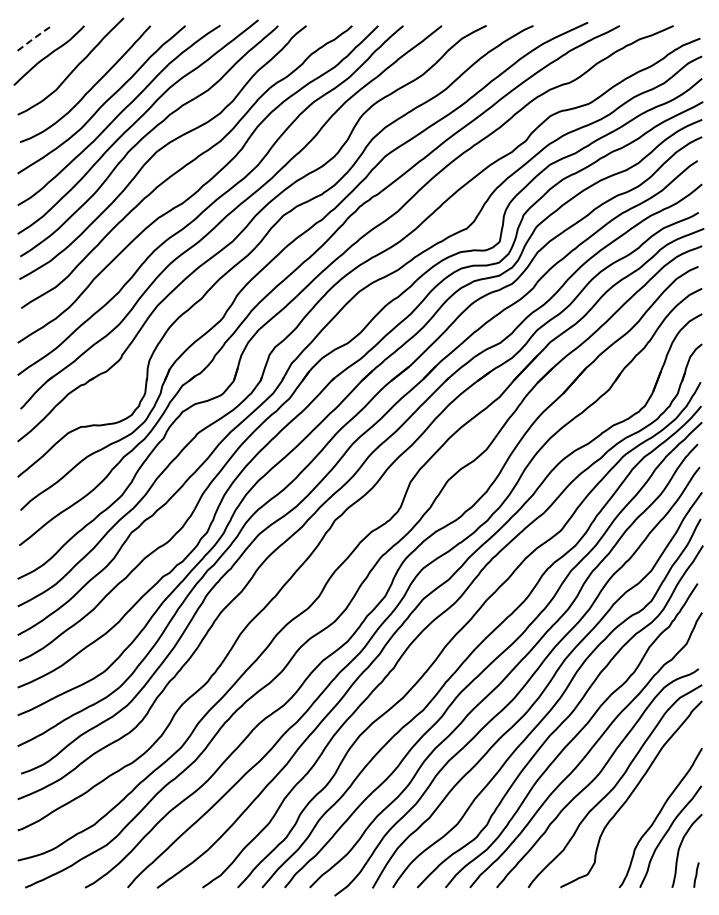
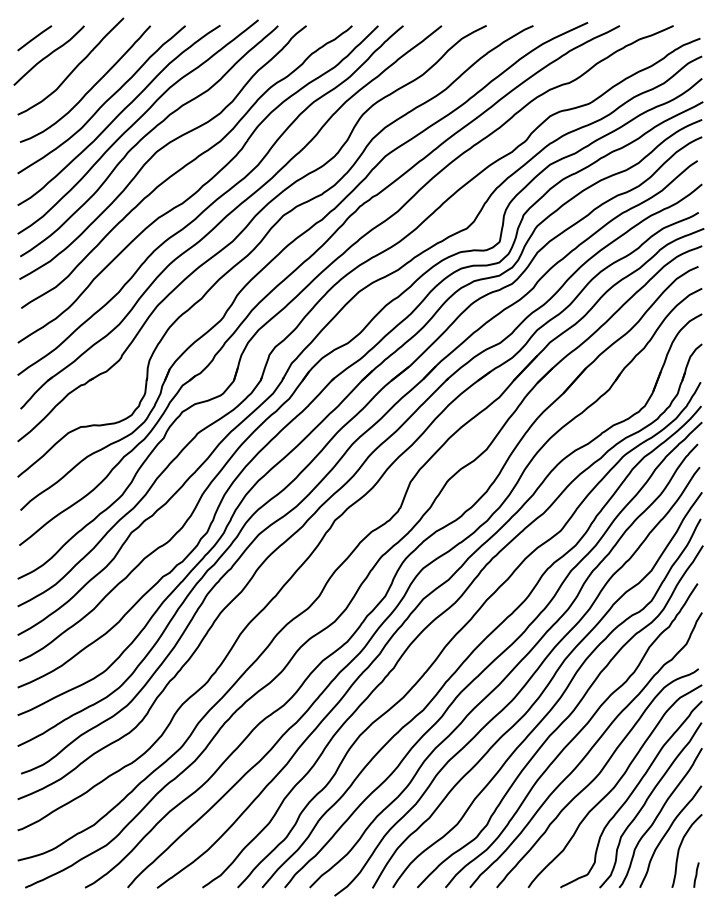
line at (35, 37): dashed -> solid
curve at (647, 801): none -> present
